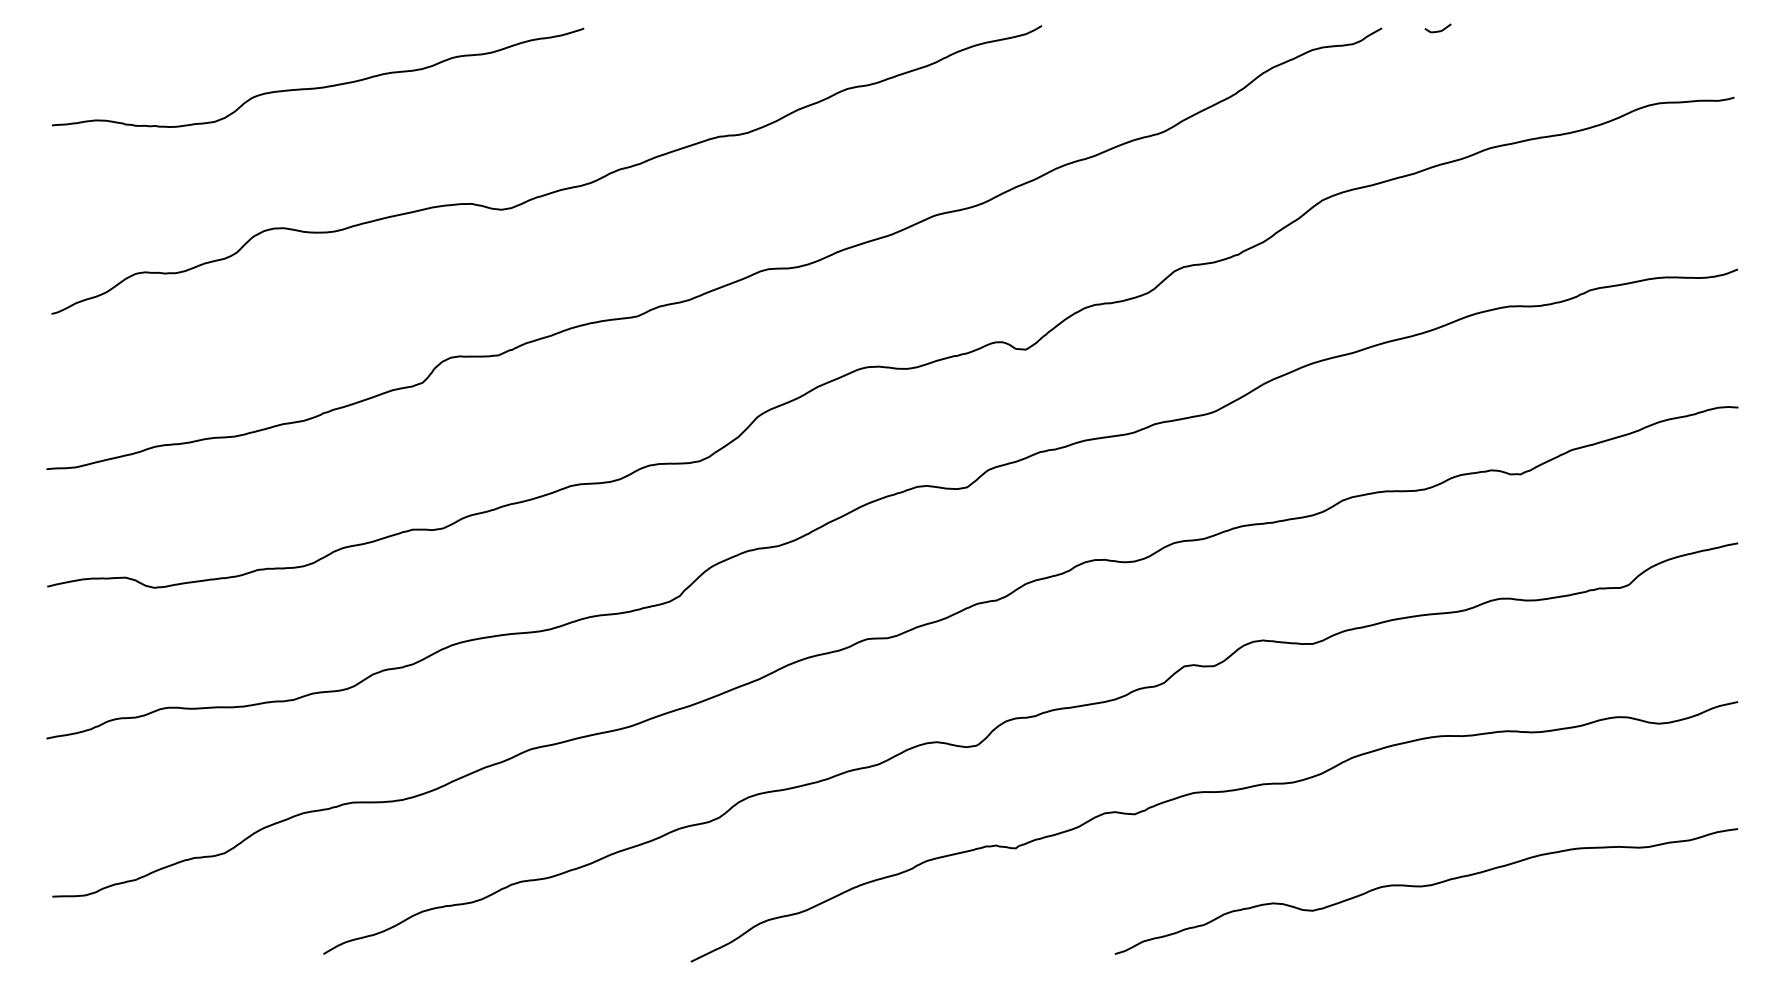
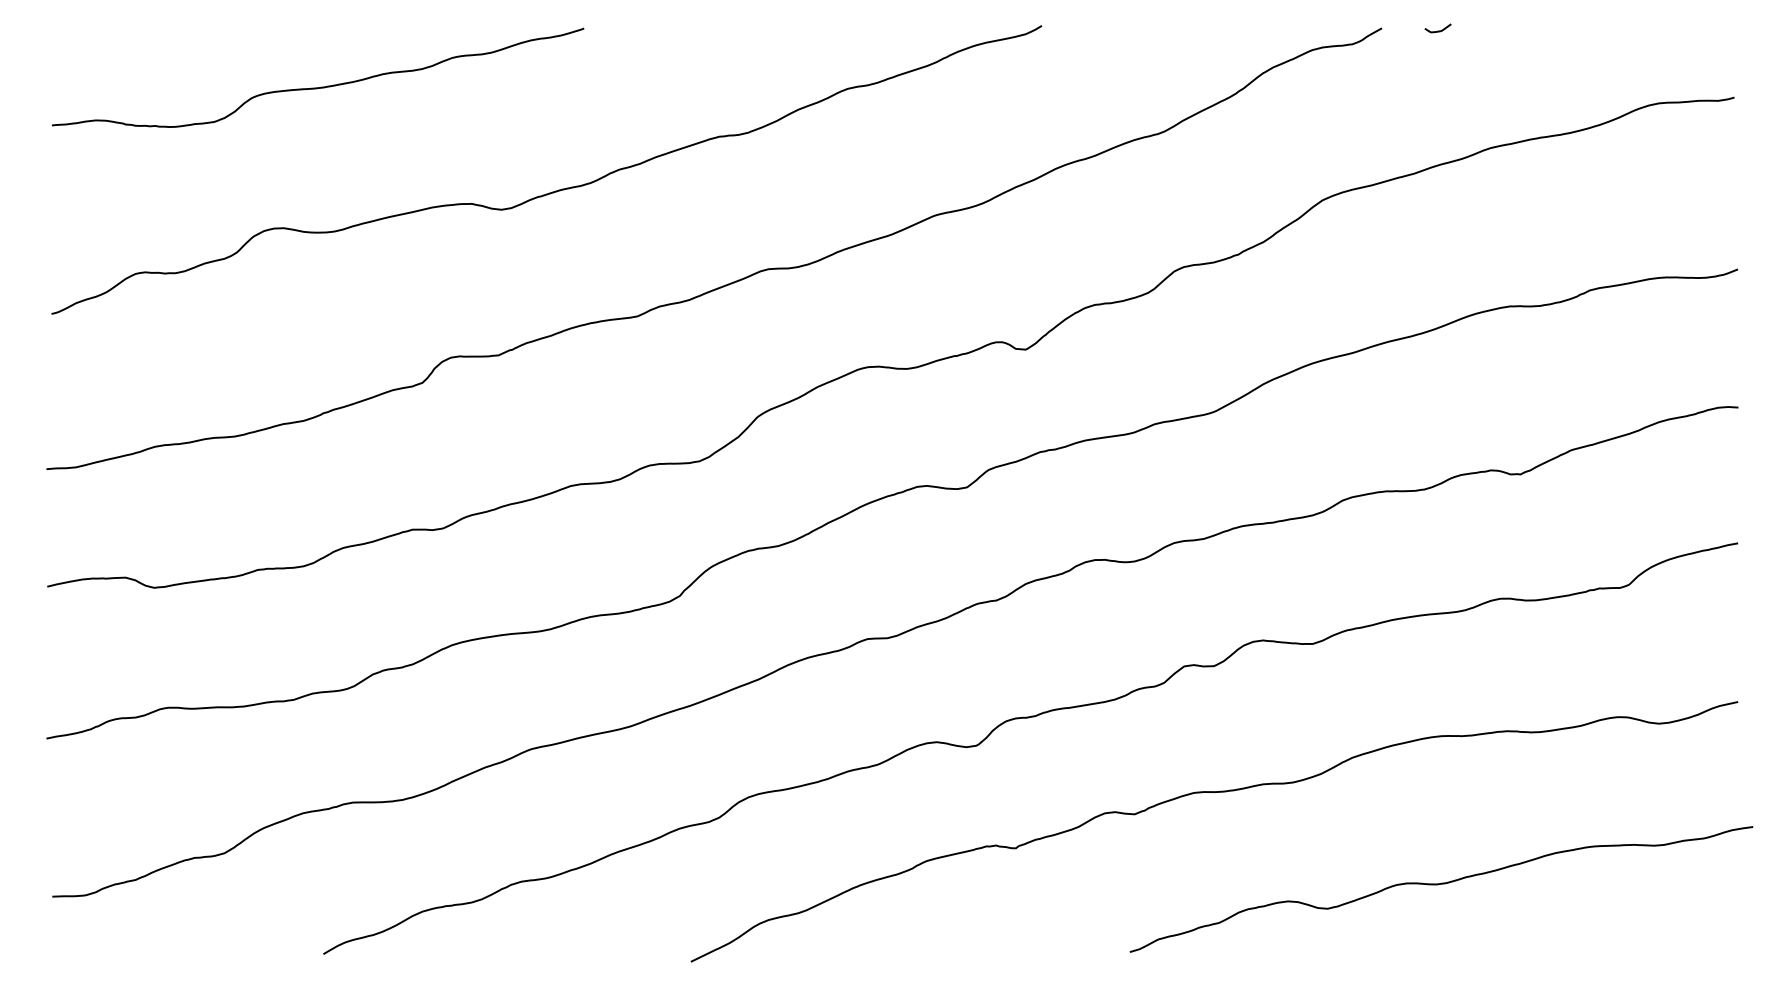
curve at (1426, 886) position: (1426, 886) -> (1441, 884)
